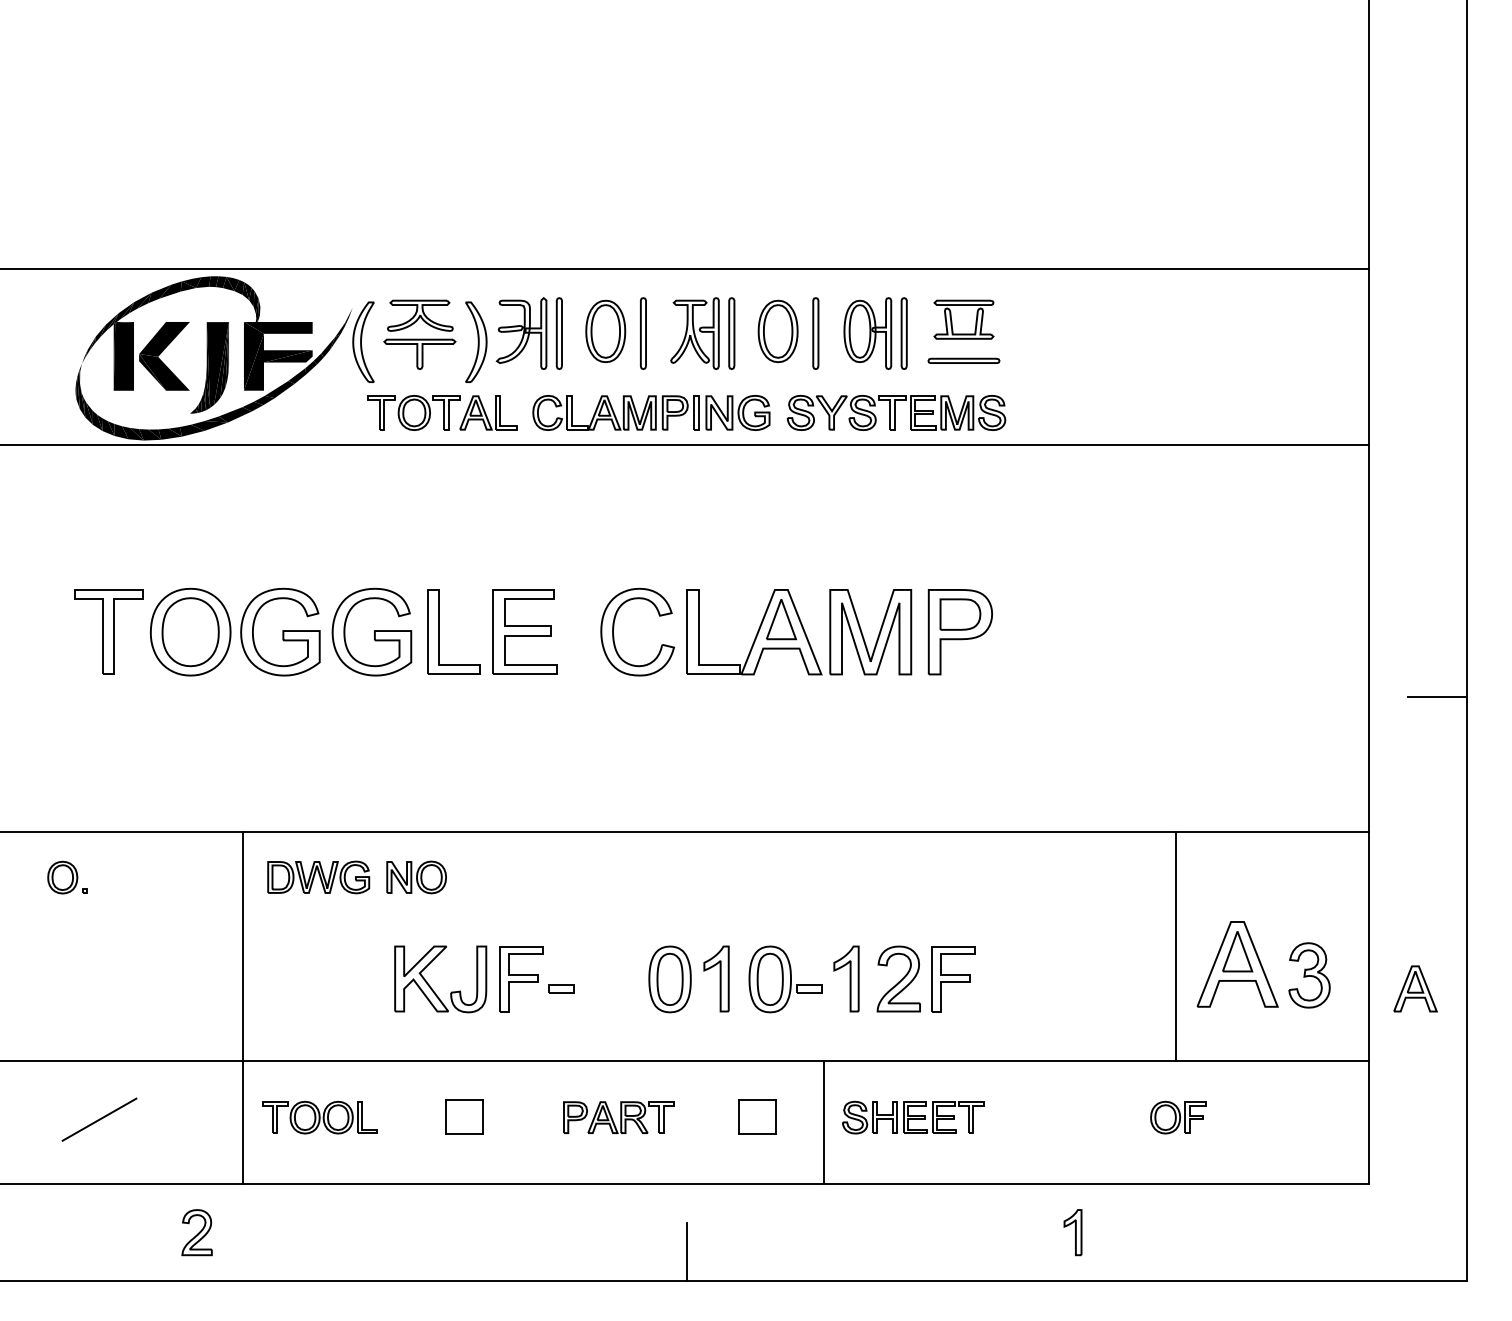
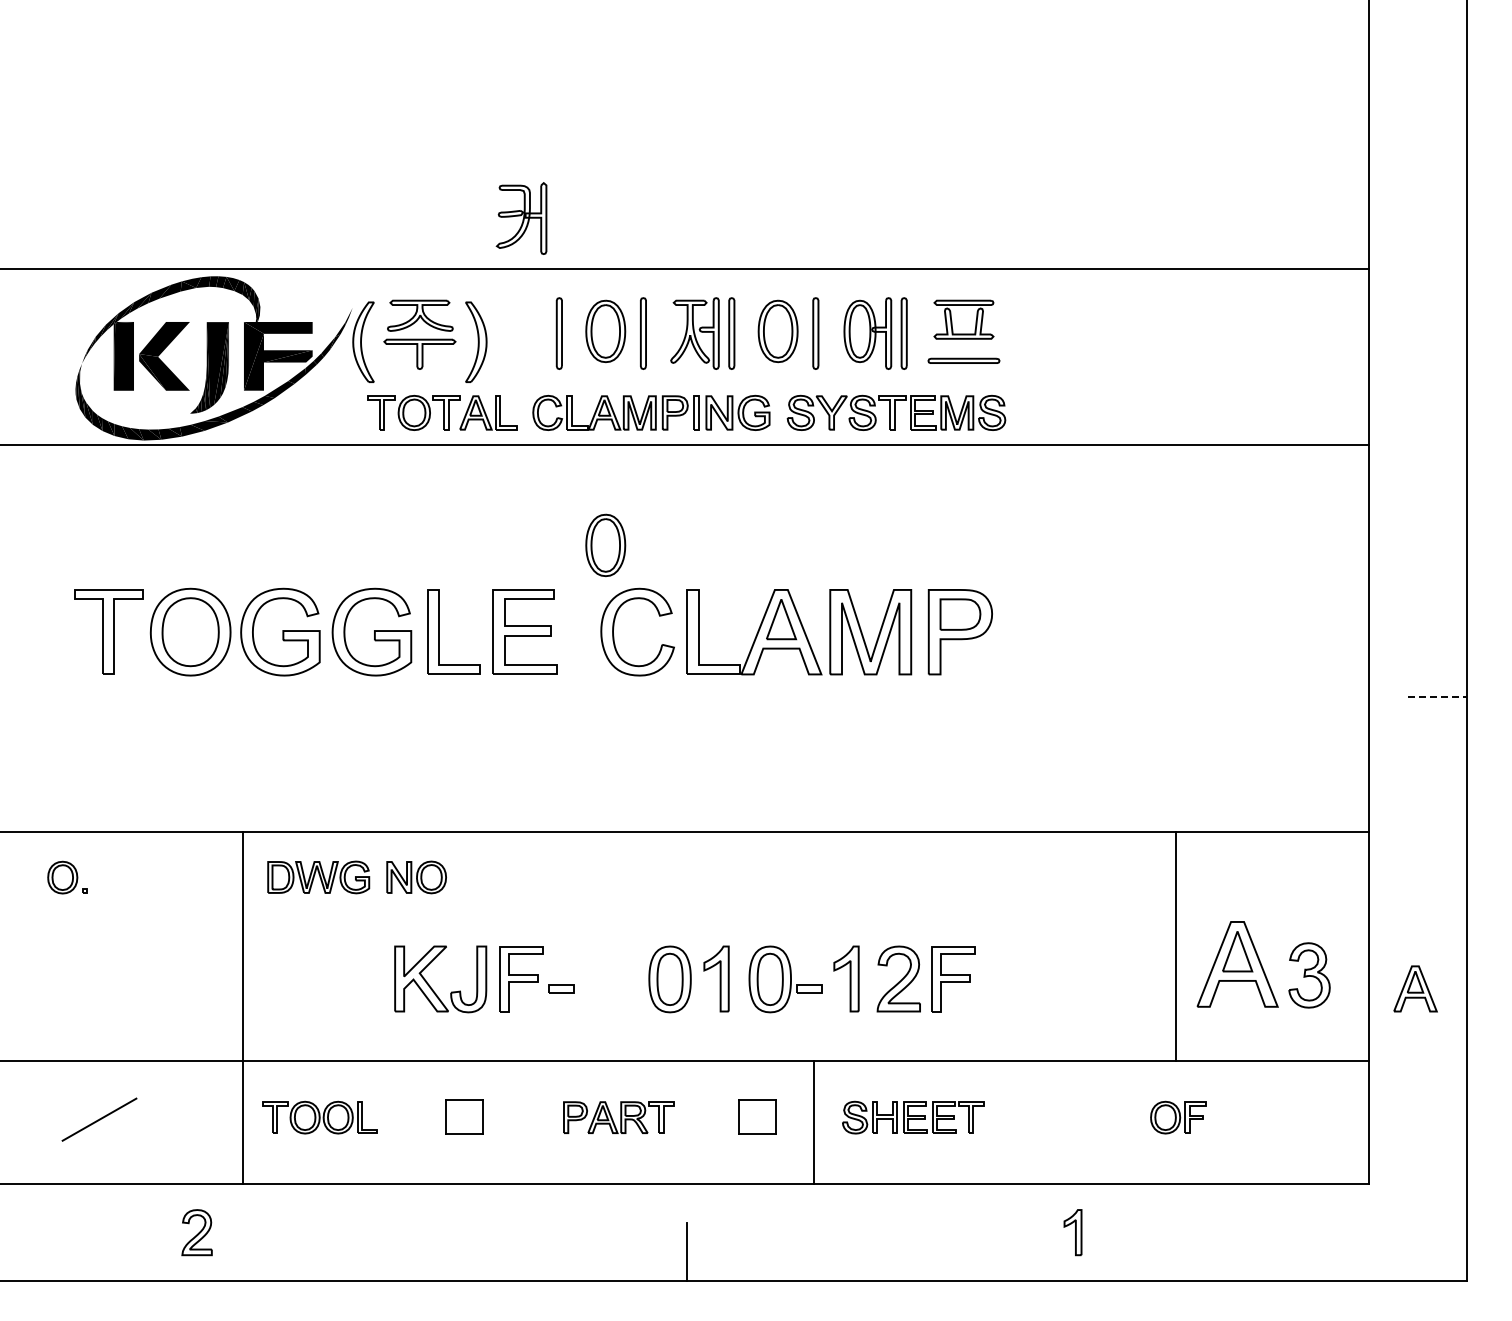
part at (521, 333) position: (521, 333) -> (521, 218)
part at (605, 545): none -> present
line at (1437, 696): solid -> dashed
line at (823, 1121) position: (823, 1121) -> (813, 1121)
